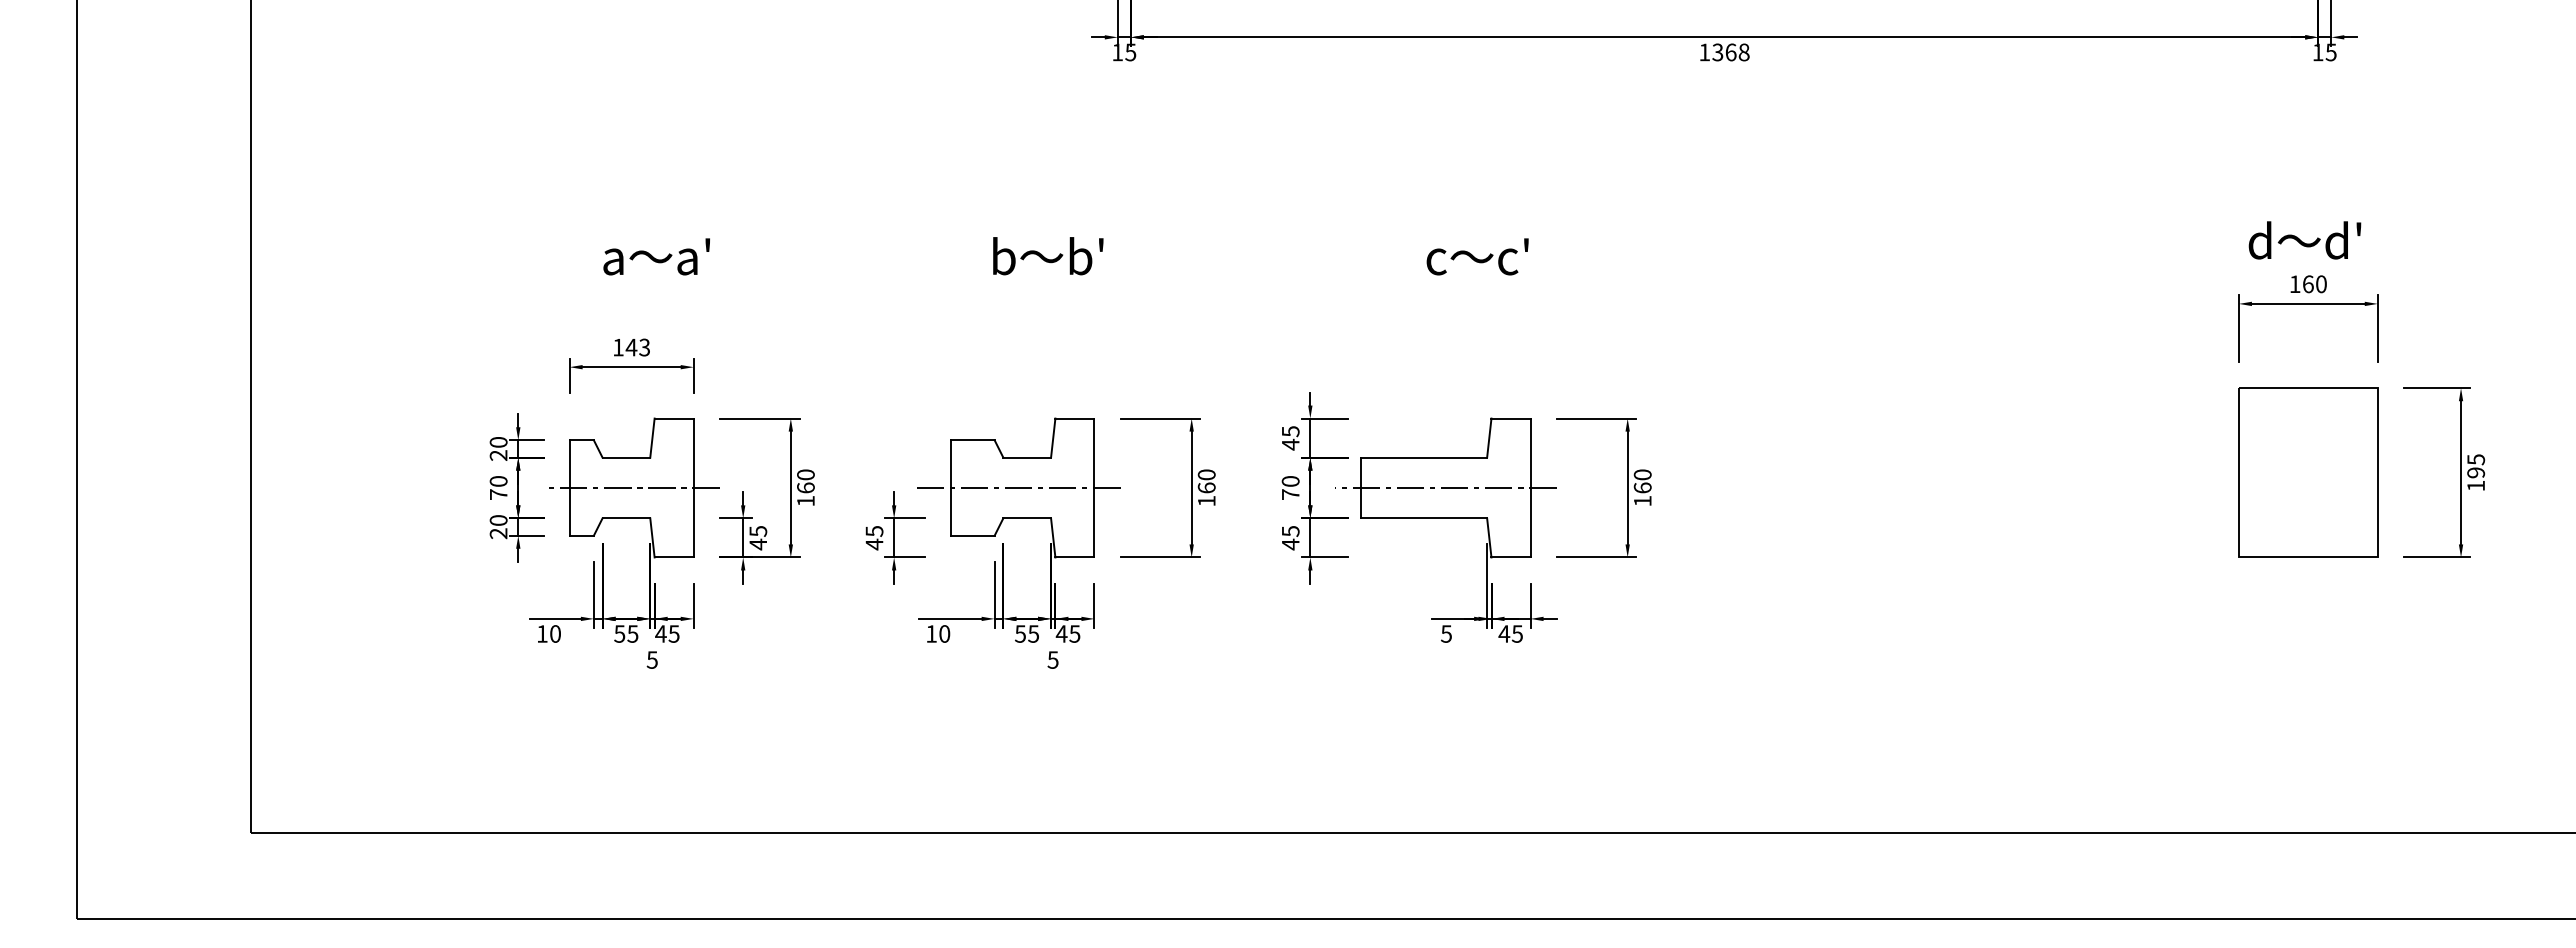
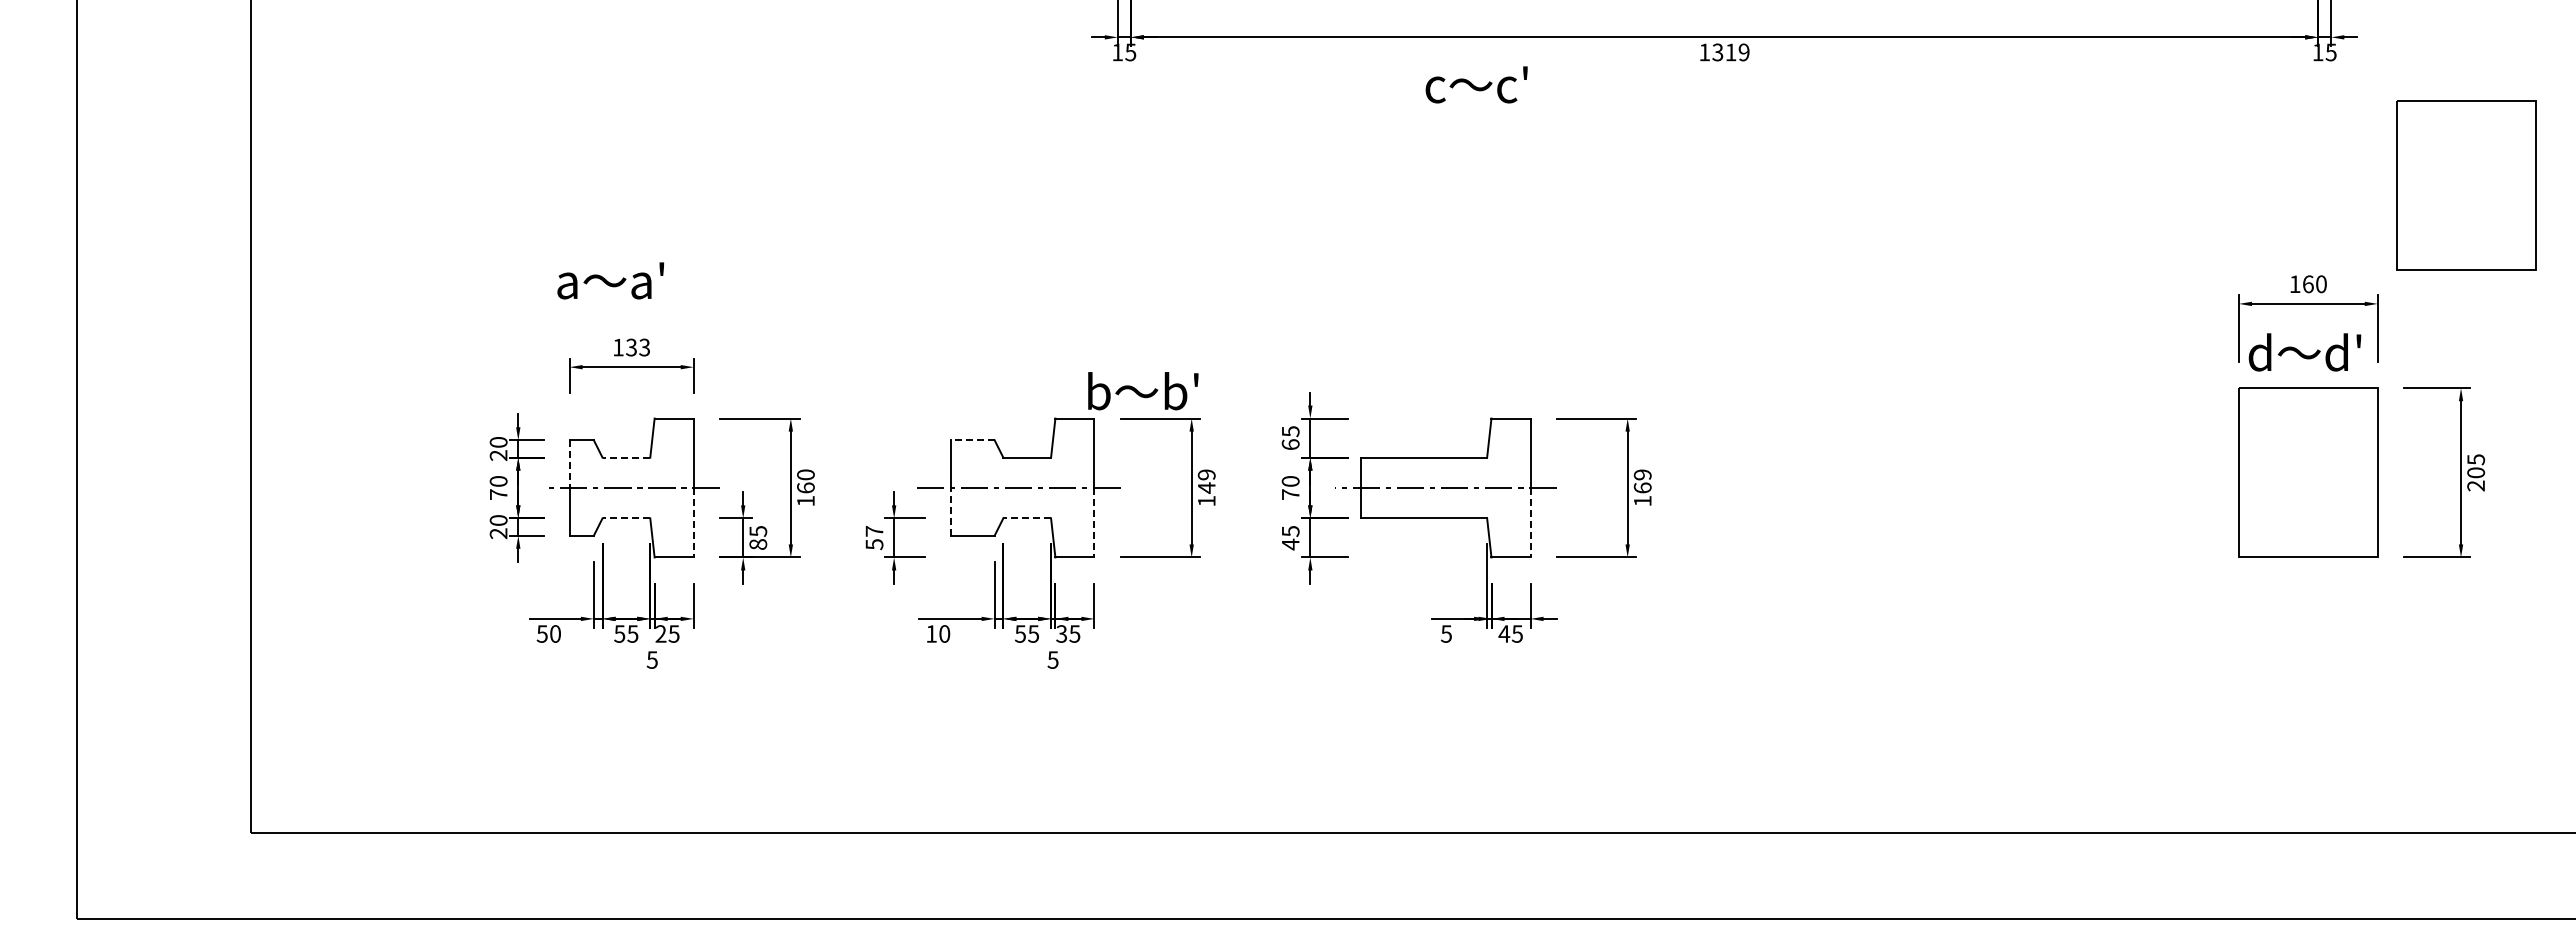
text at (1737, 52): 1368 -> 1319
part at (2466, 185): none -> present
text at (2304, 240) position: (2304, 240) -> (2304, 352)
text at (656, 256) position: (656, 256) -> (610, 280)
text at (1048, 256) position: (1048, 256) -> (1143, 391)
text at (1477, 256) position: (1477, 256) -> (1476, 84)
text at (631, 347): 143 -> 133
line at (972, 440): solid -> dashed
text at (1290, 444): 45 -> 65
line at (626, 457): solid -> dashed
line at (569, 464): solid -> dashed
text at (1642, 474): 160 -> 169
text at (2476, 479): 195 -> 205
text at (1206, 481): 160 -> 149
line at (951, 511): solid -> dashed
line at (626, 518): solid -> dashed
line at (1027, 518): solid -> dashed
line at (693, 522): solid -> dashed
line at (1094, 522): solid -> dashed
line at (1530, 522): solid -> dashed
text at (874, 537): 45 -> 57
text at (758, 544): 45 -> 85
text at (541, 633): 10 -> 50
text at (660, 633): 45 -> 25
text at (1061, 633): 45 -> 35
